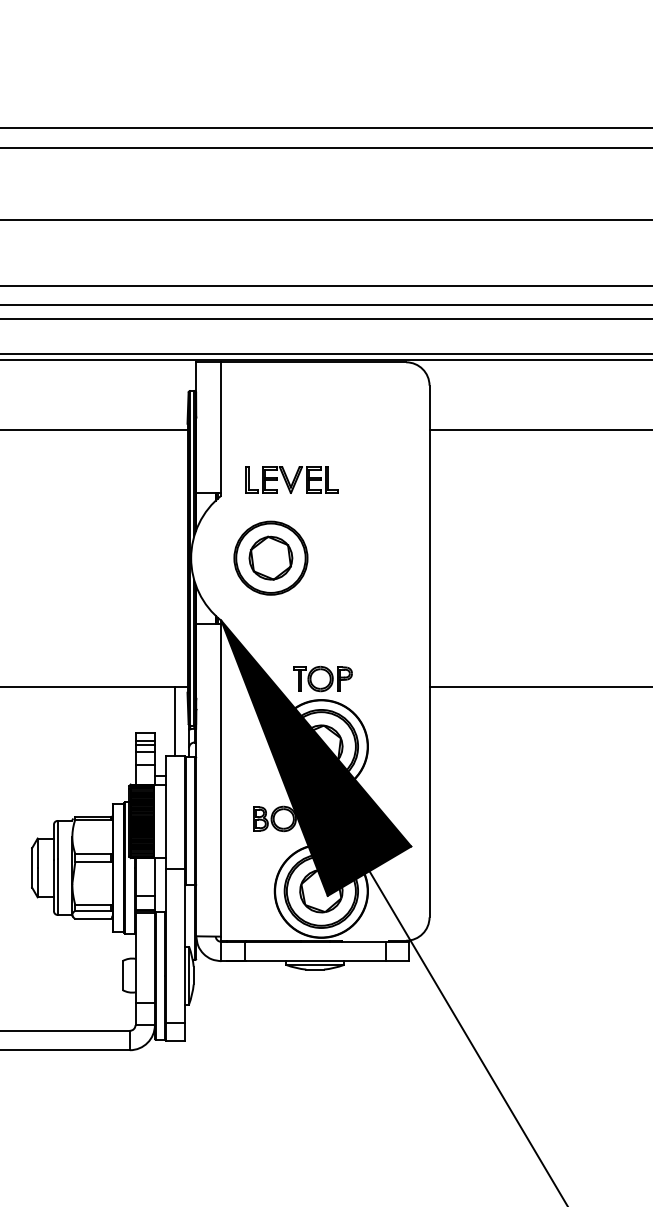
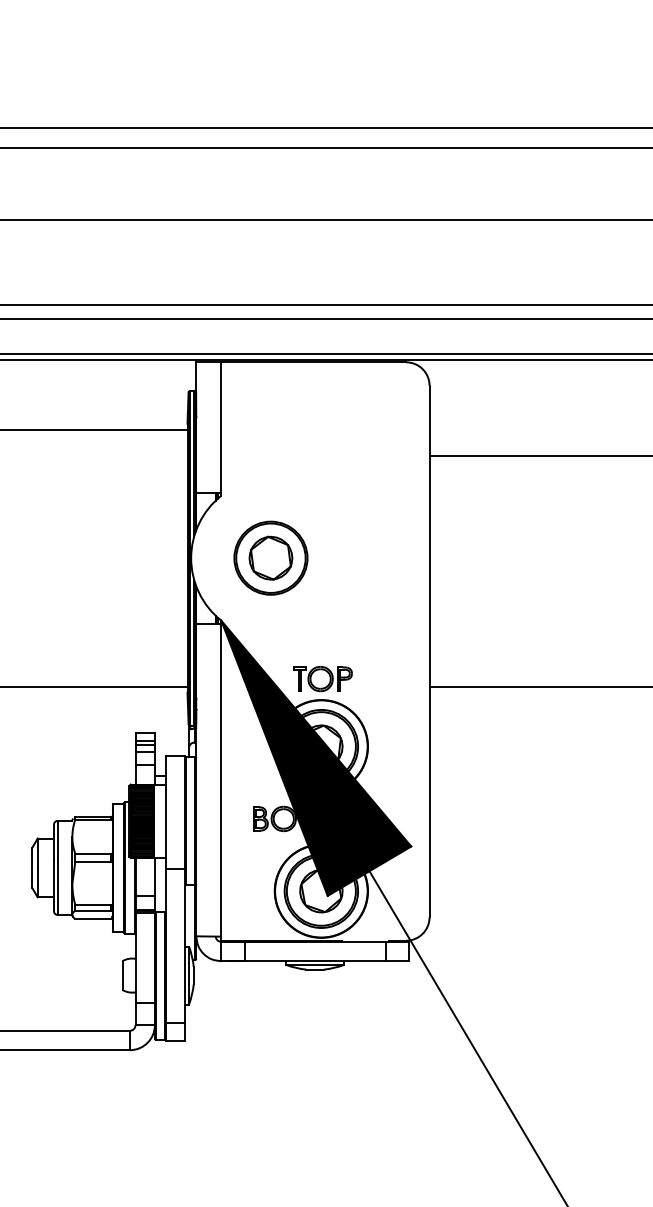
line at (325, 286): present -> none
line at (539, 429) position: (539, 429) -> (539, 455)
part at (291, 479): present -> none
line at (175, 721): present -> none
